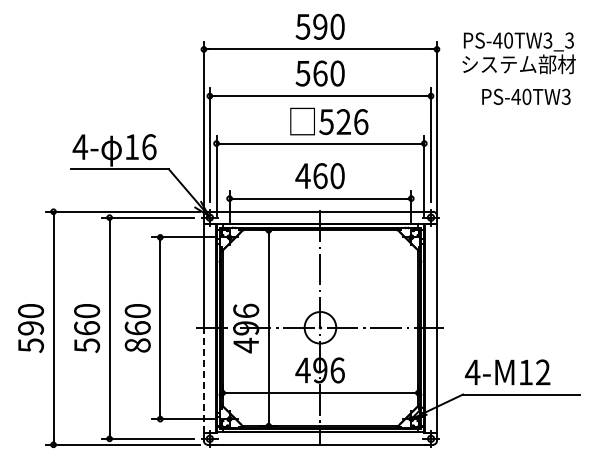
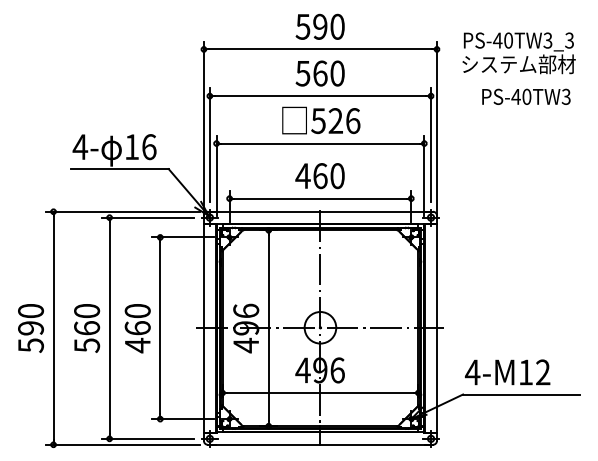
text at (329, 121) position: (329, 121) -> (321, 120)
text at (137, 345): 860 -> 460
line at (203, 380): dashed -> solid
